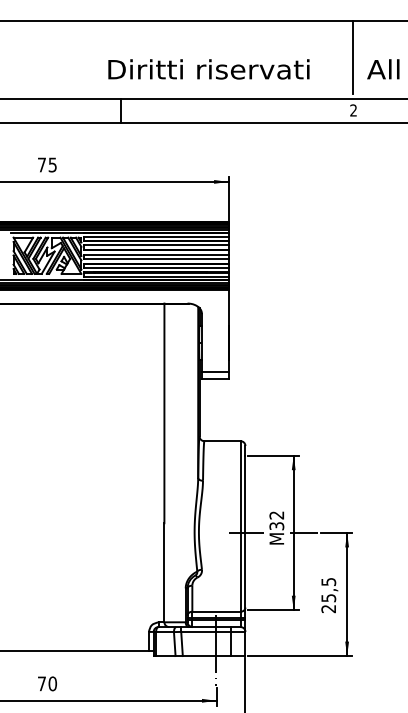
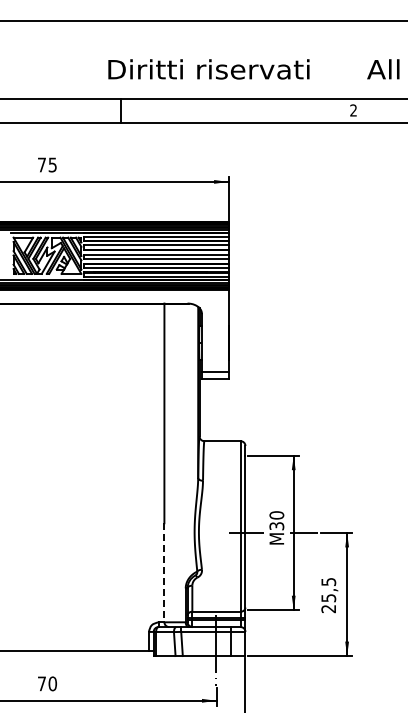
line at (352, 57): present -> none
text at (276, 515): 32 -> 30
line at (164, 573): solid -> dashed
